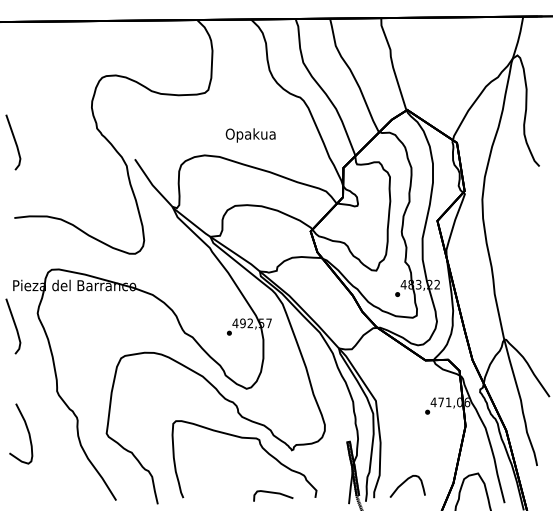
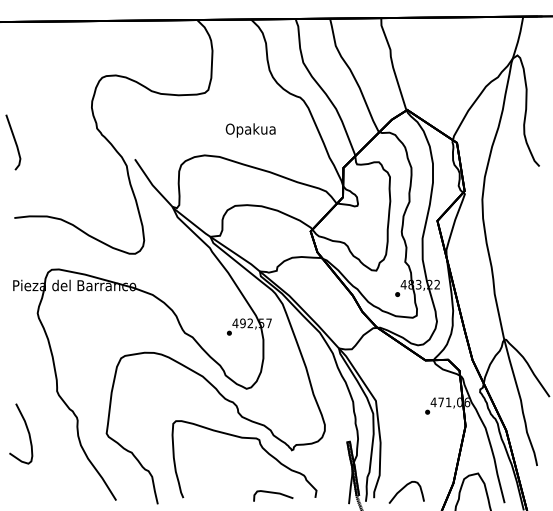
text at (250, 135) position: (250, 135) -> (250, 130)
line at (14, 326): present -> none
curve at (404, 483) position: (404, 483) -> (403, 489)
